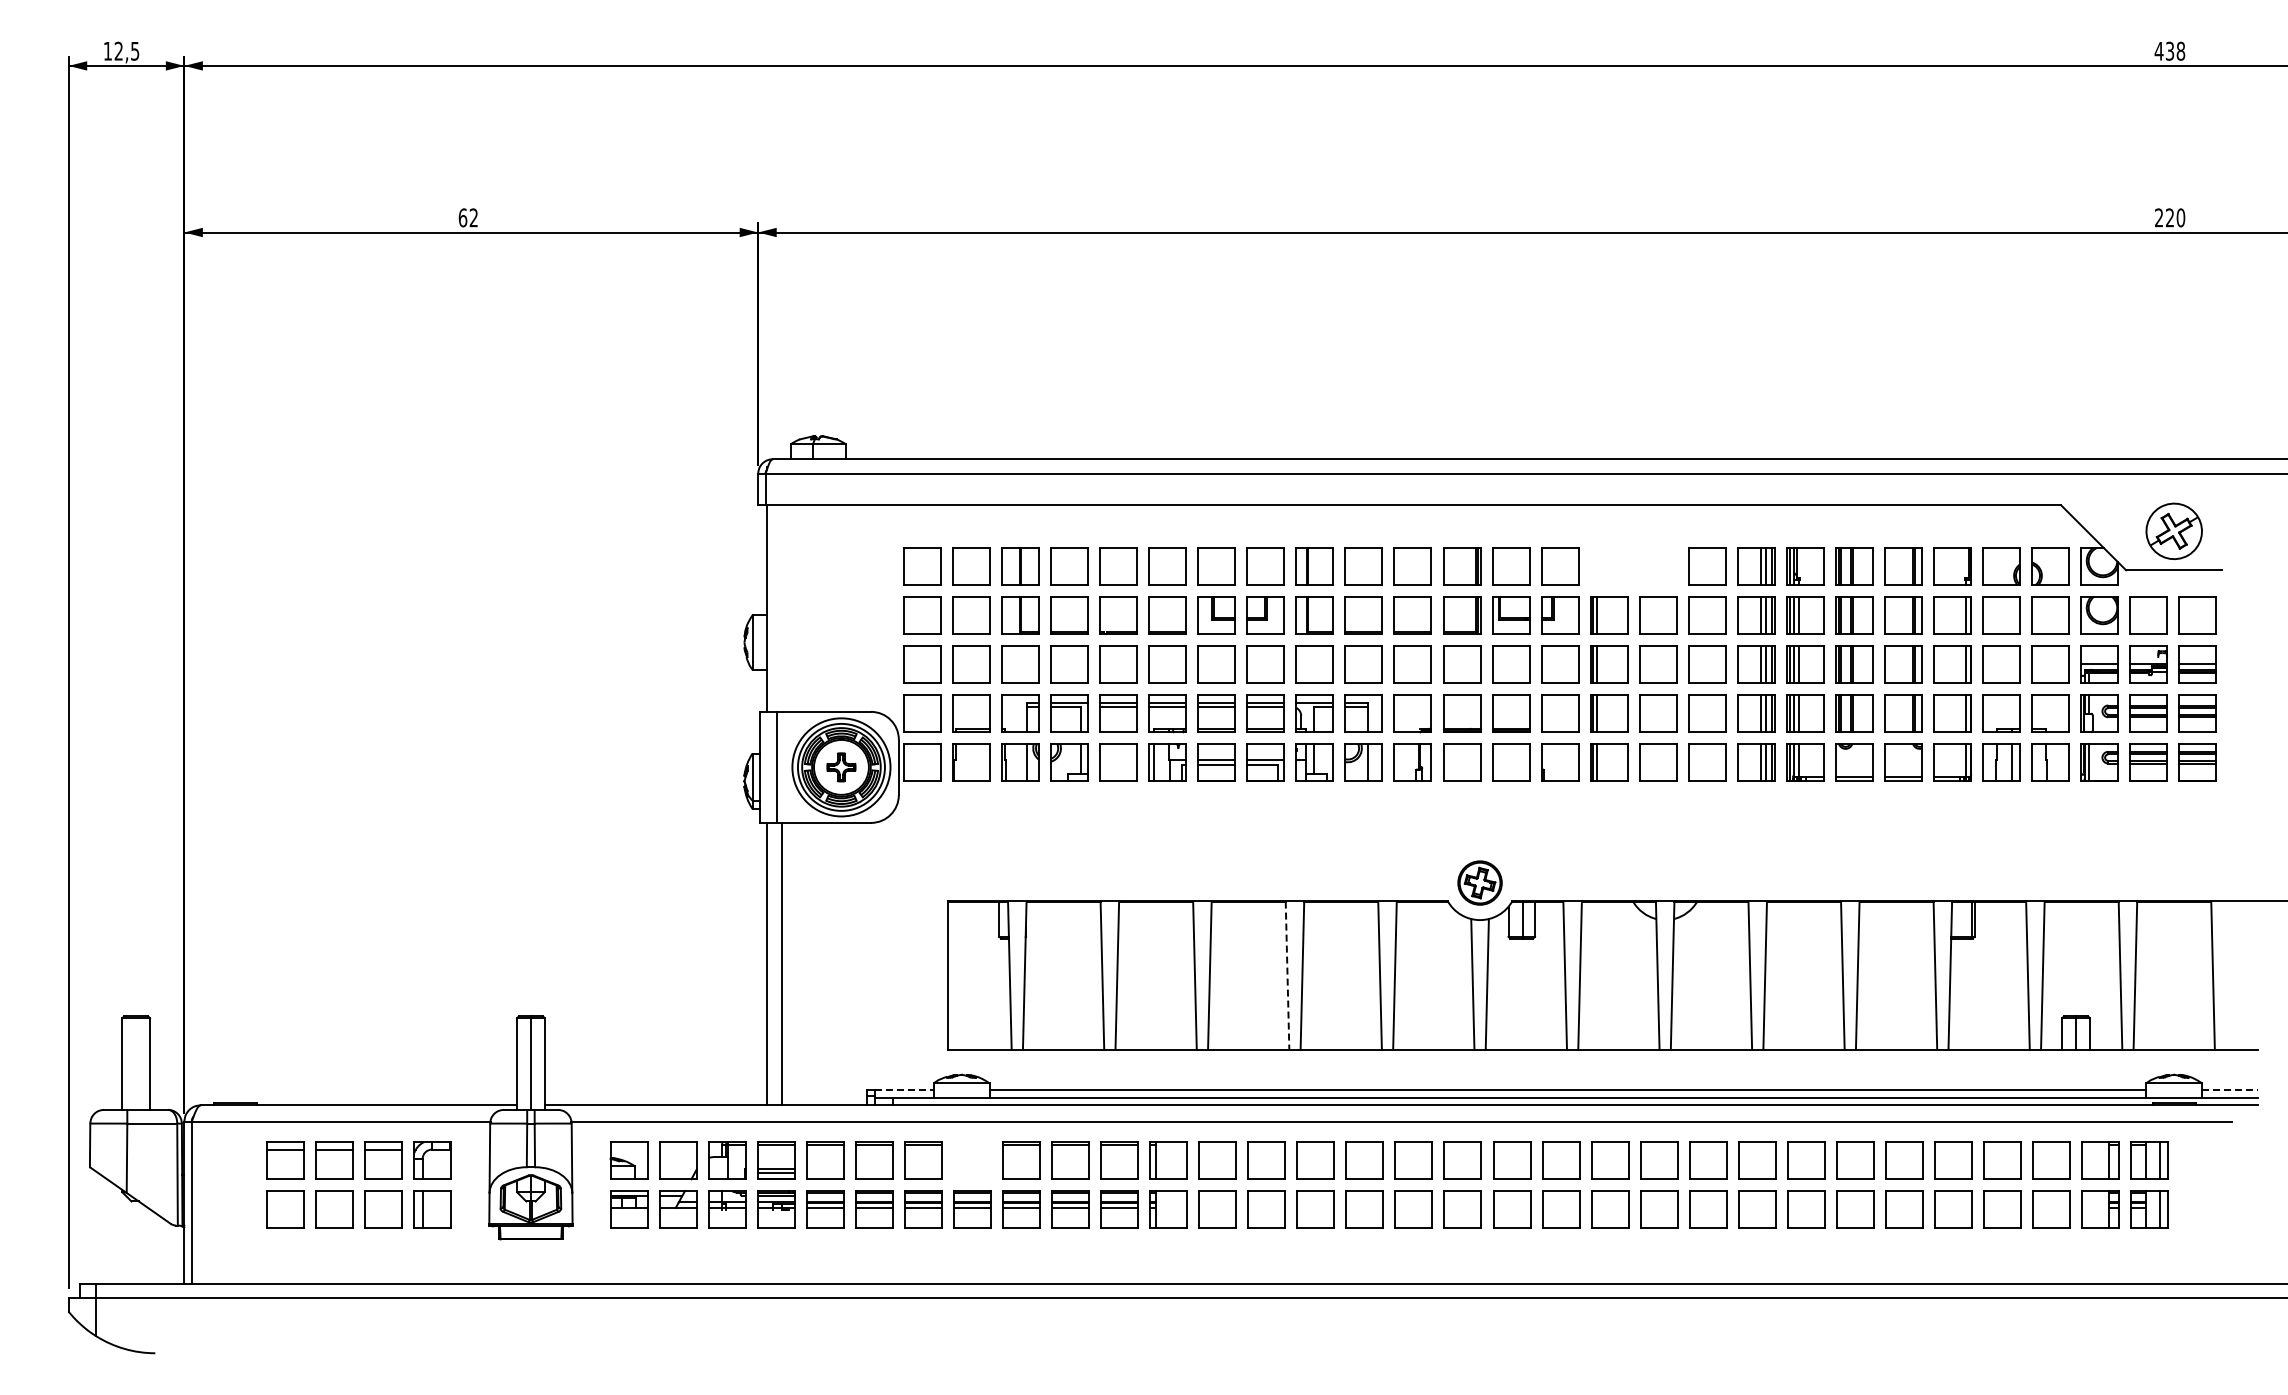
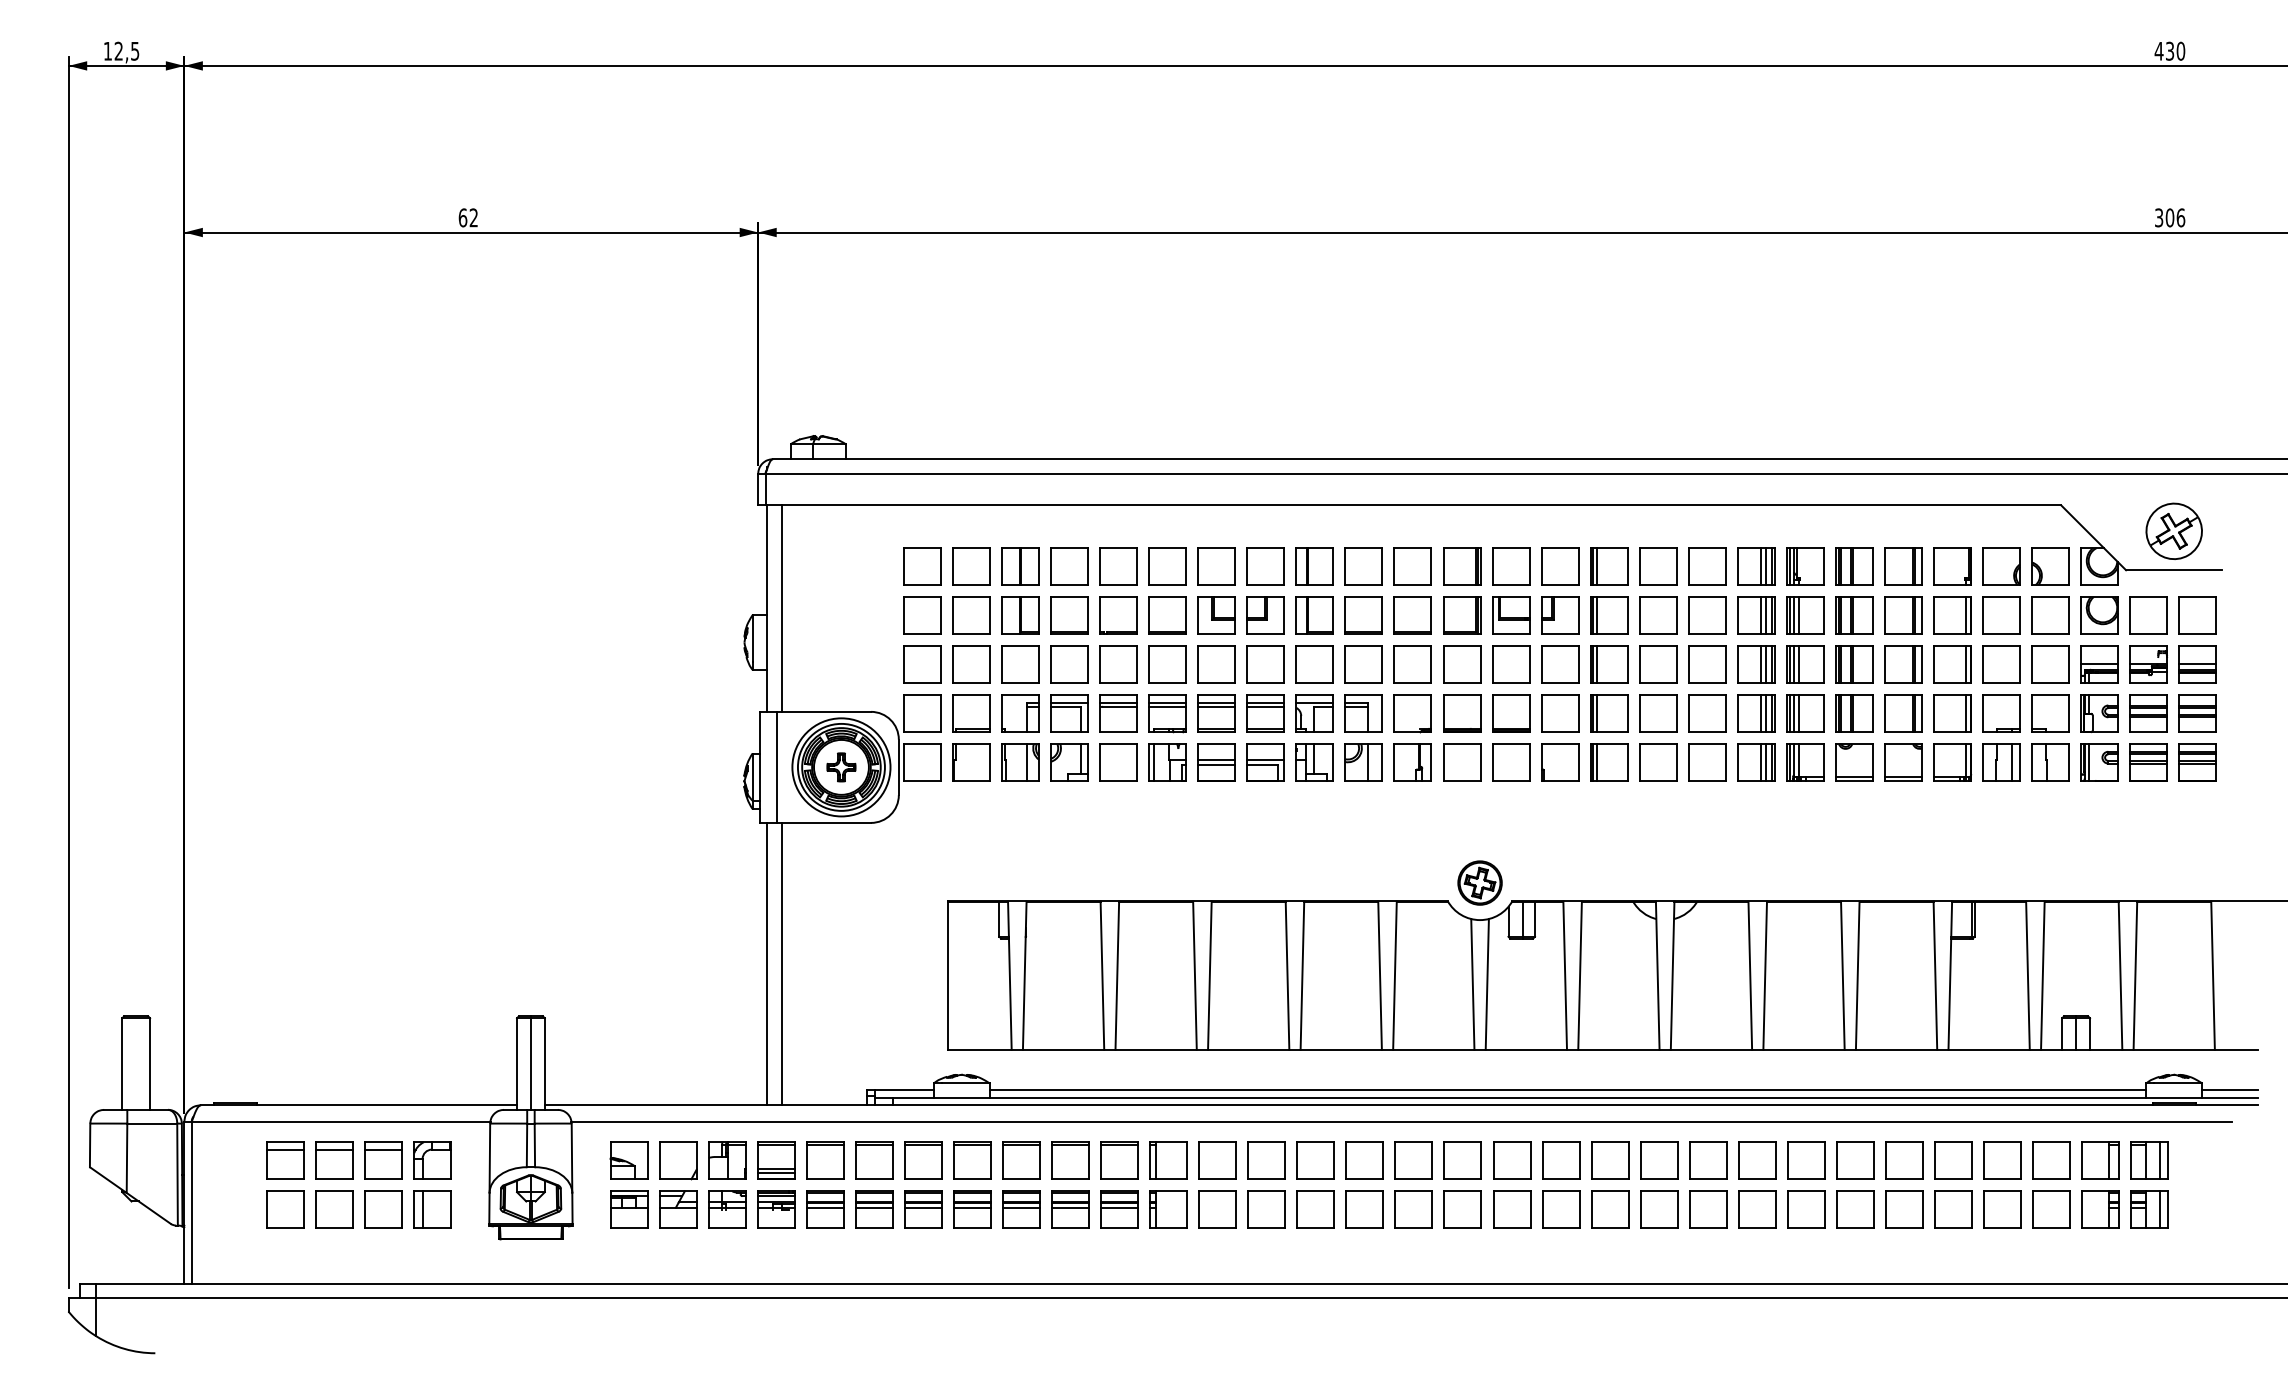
text at (2180, 51): 438 -> 430
text at (2170, 217): 220 -> 306
part at (1609, 566): none -> present
part at (1658, 566): none -> present
line at (782, 608): none -> present
line at (1287, 976): dashed -> solid
line at (904, 1090): dashed -> solid
line at (2230, 1090): dashed -> solid
part at (972, 1160): none -> present
